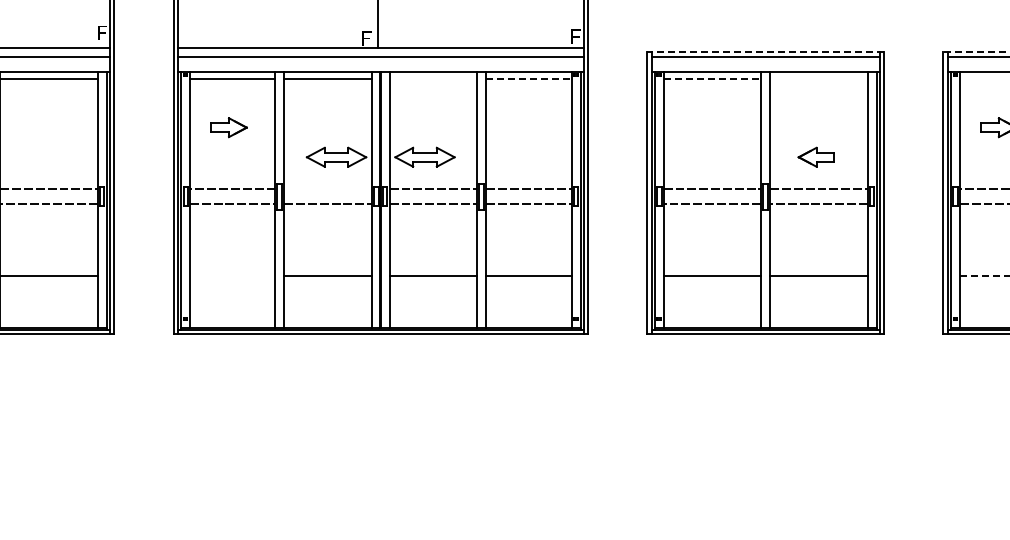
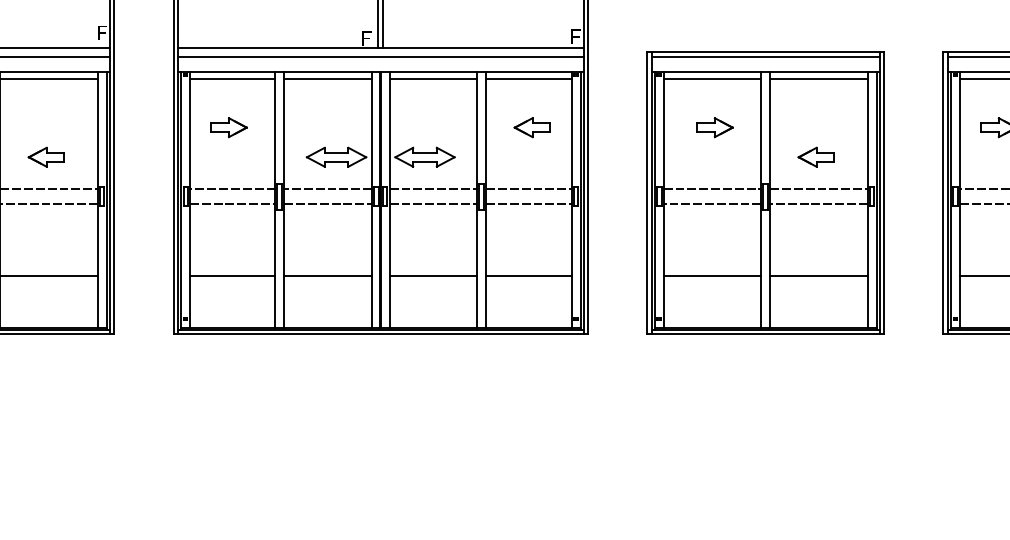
line at (383, 24): none -> present
line at (765, 52): dashed -> solid
line at (976, 52): dashed -> solid
line at (433, 79): none -> present
line at (528, 79): dashed -> solid
line at (712, 79): dashed -> solid
line at (818, 79): none -> present
line at (982, 79): none -> present
part at (531, 127): none -> present
part at (714, 127): none -> present
part at (45, 156): none -> present
line at (327, 189): none -> present
line at (232, 275): none -> present
line at (984, 275): dashed -> solid
